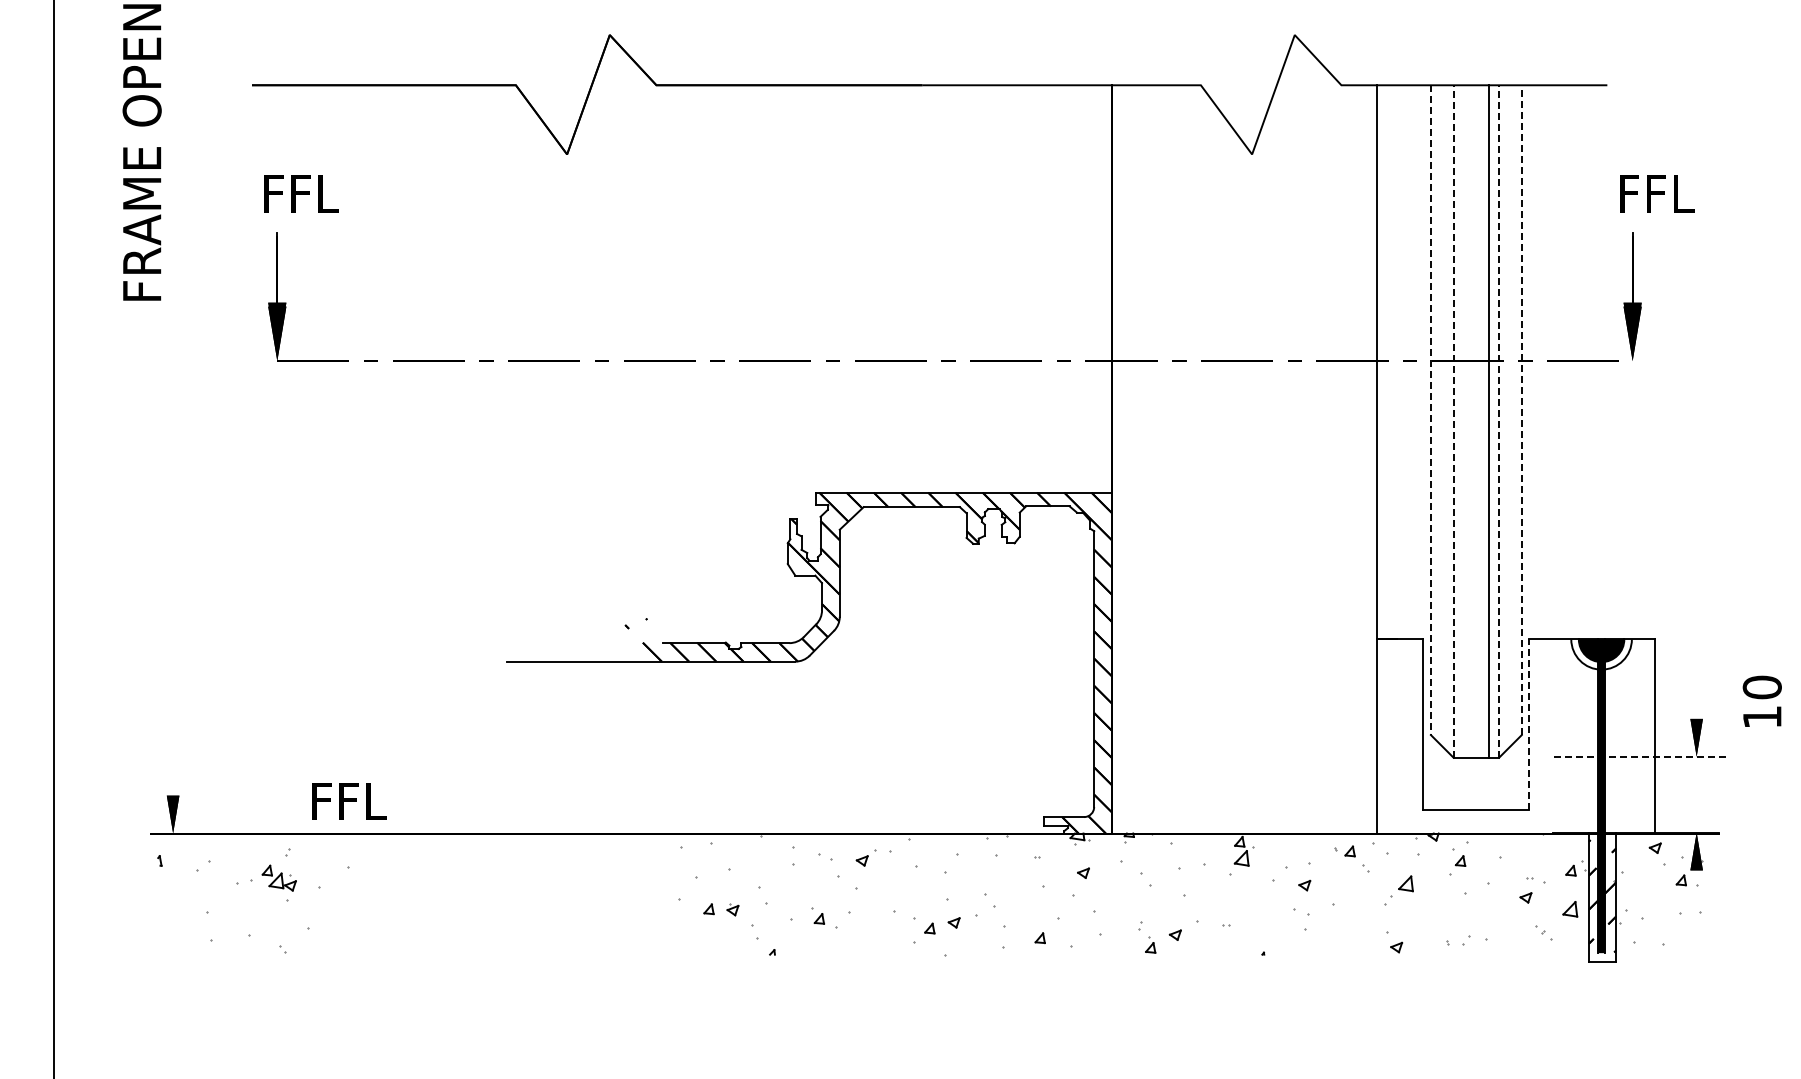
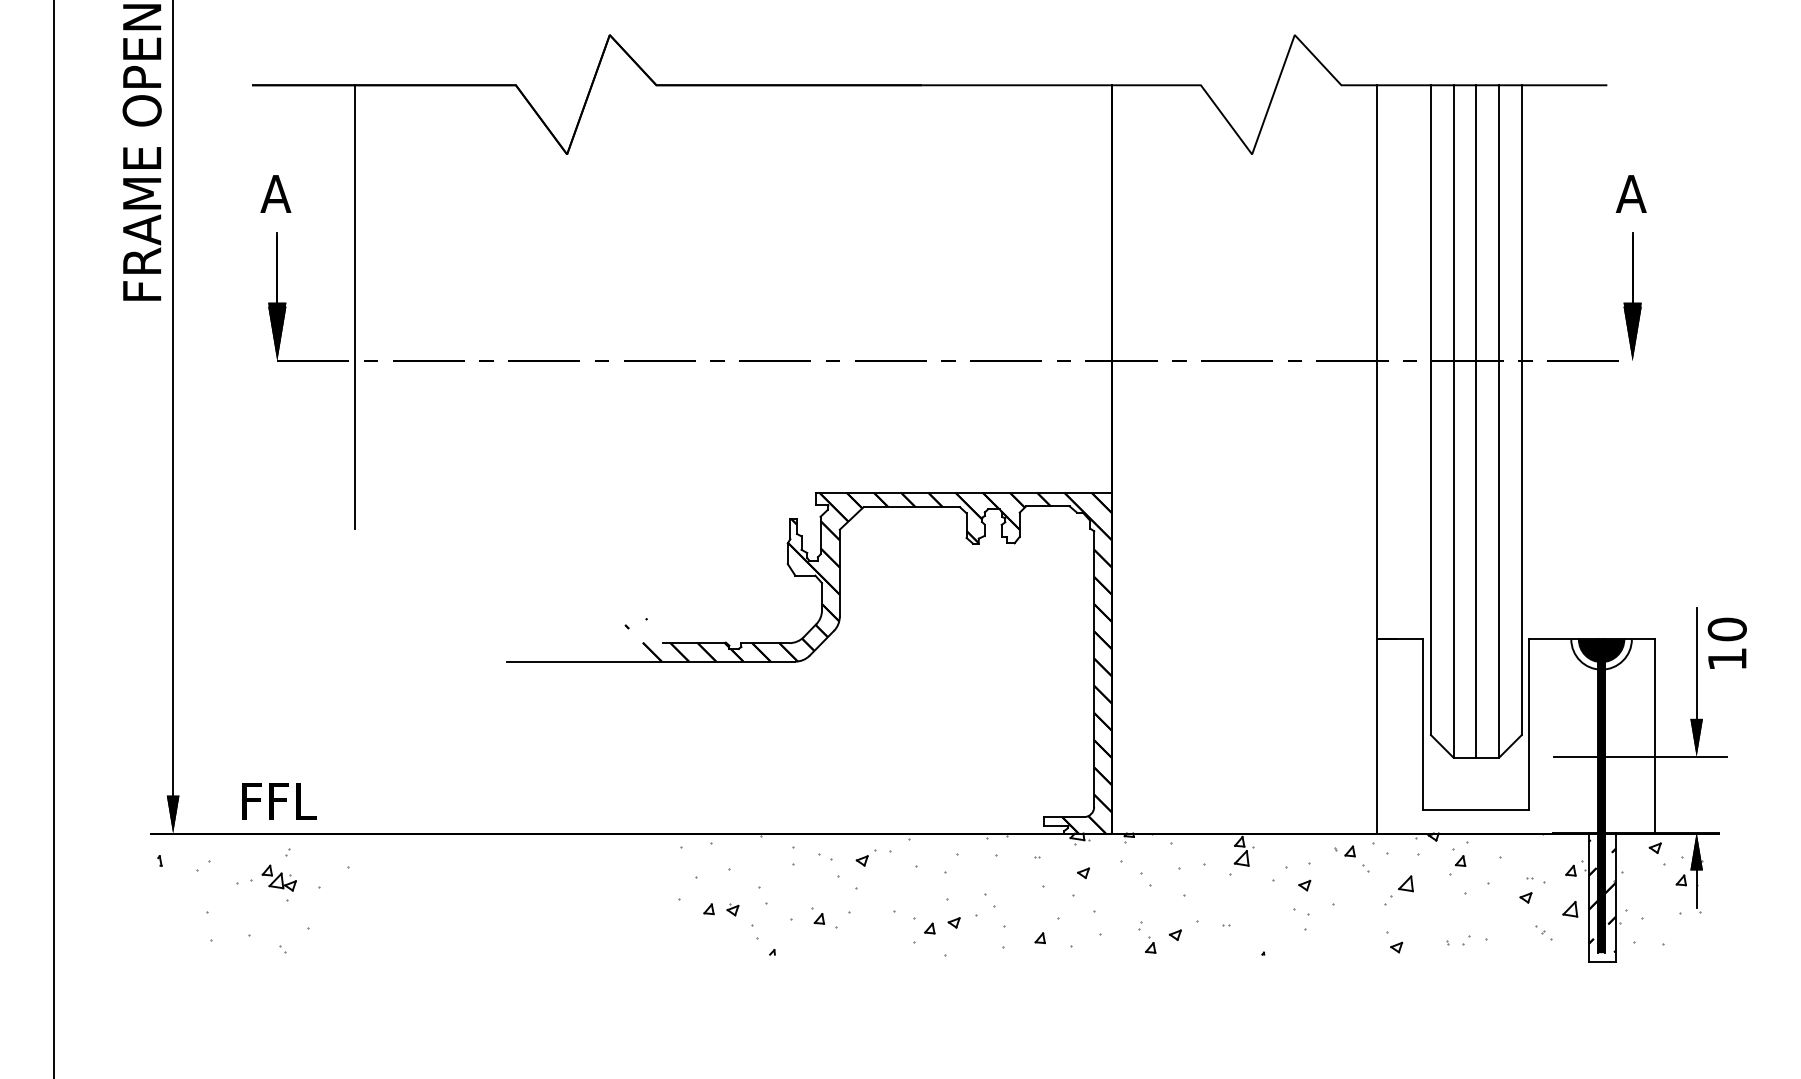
text at (299, 193): FFL -> A
text at (1654, 193): FFL -> A
line at (354, 307): none -> present
line at (173, 398): none -> present
line at (1430, 410): dashed -> solid
line at (1521, 410): dashed -> solid
line at (1453, 421): dashed -> solid
line at (1489, 421) position: (1489, 421) -> (1476, 421)
line at (1499, 421): dashed -> solid
line at (1696, 662): none -> present
text at (1761, 700) position: (1761, 700) -> (1726, 642)
line at (1529, 724): dashed -> solid
line at (1640, 756): dashed -> solid
text at (349, 801) position: (349, 801) -> (279, 801)
line at (1696, 889): none -> present
